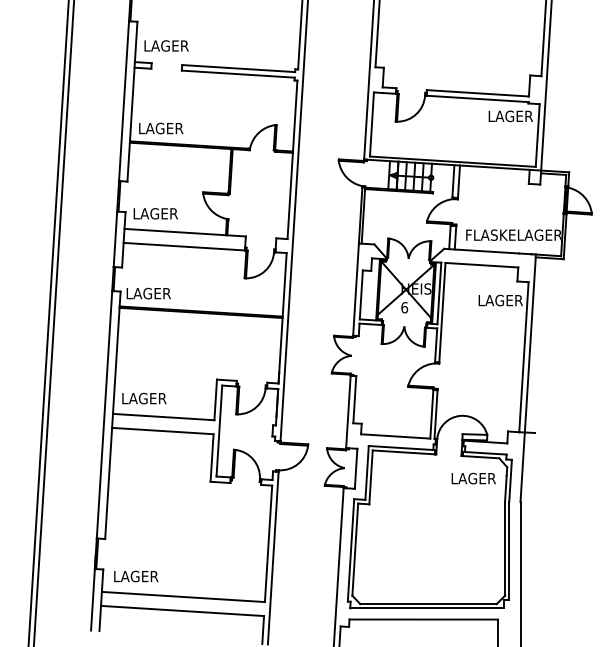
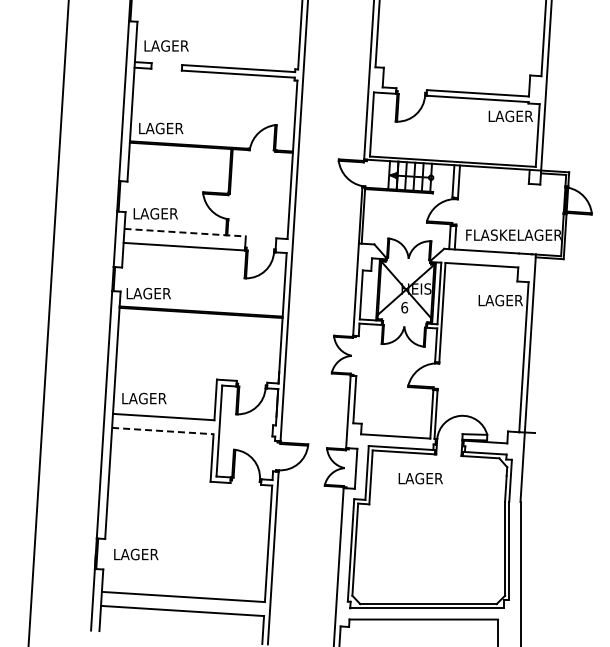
line at (185, 232): solid -> dashed
line at (54, 322): present -> none
line at (162, 431): solid -> dashed
text at (473, 478) position: (473, 478) -> (420, 478)
text at (136, 576) position: (136, 576) -> (136, 554)
